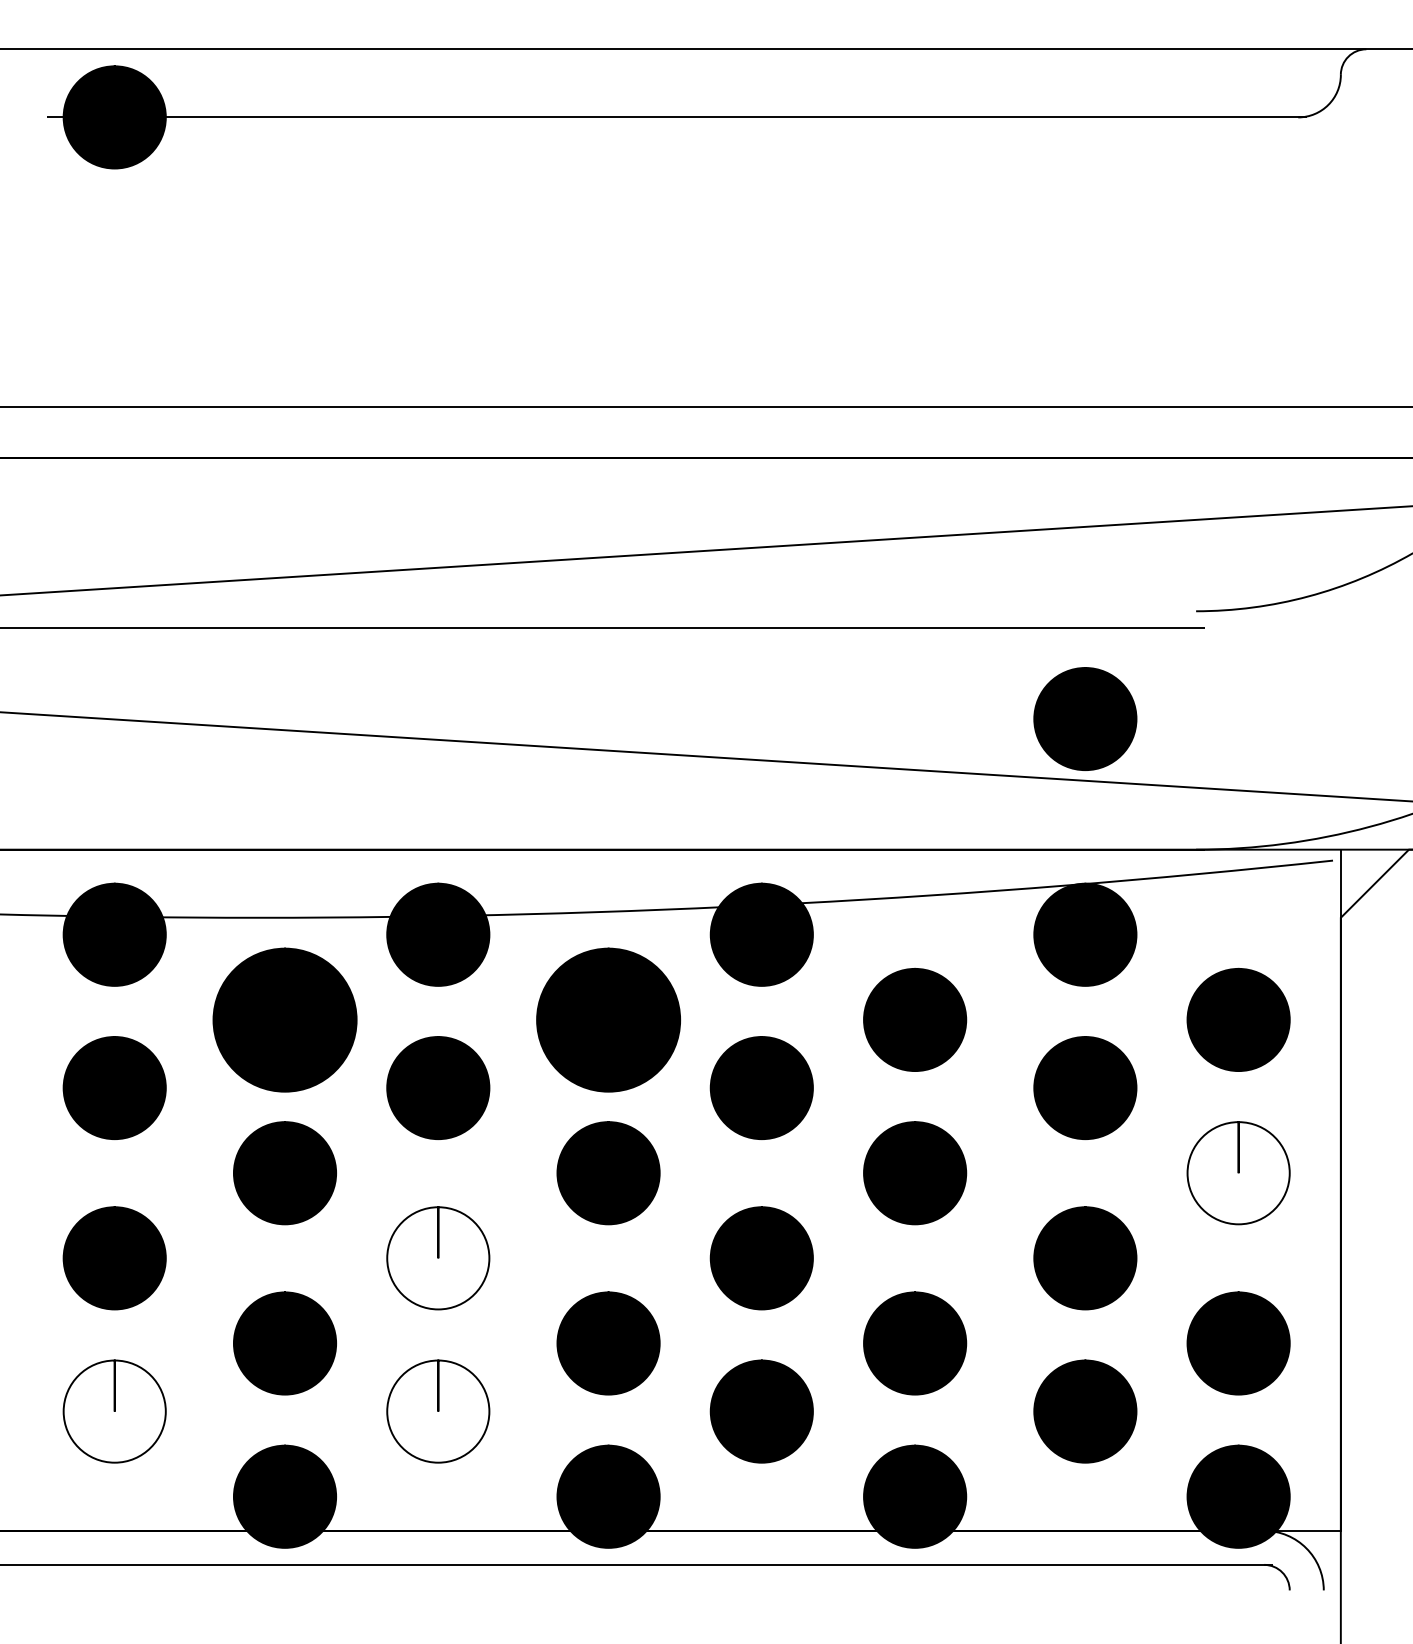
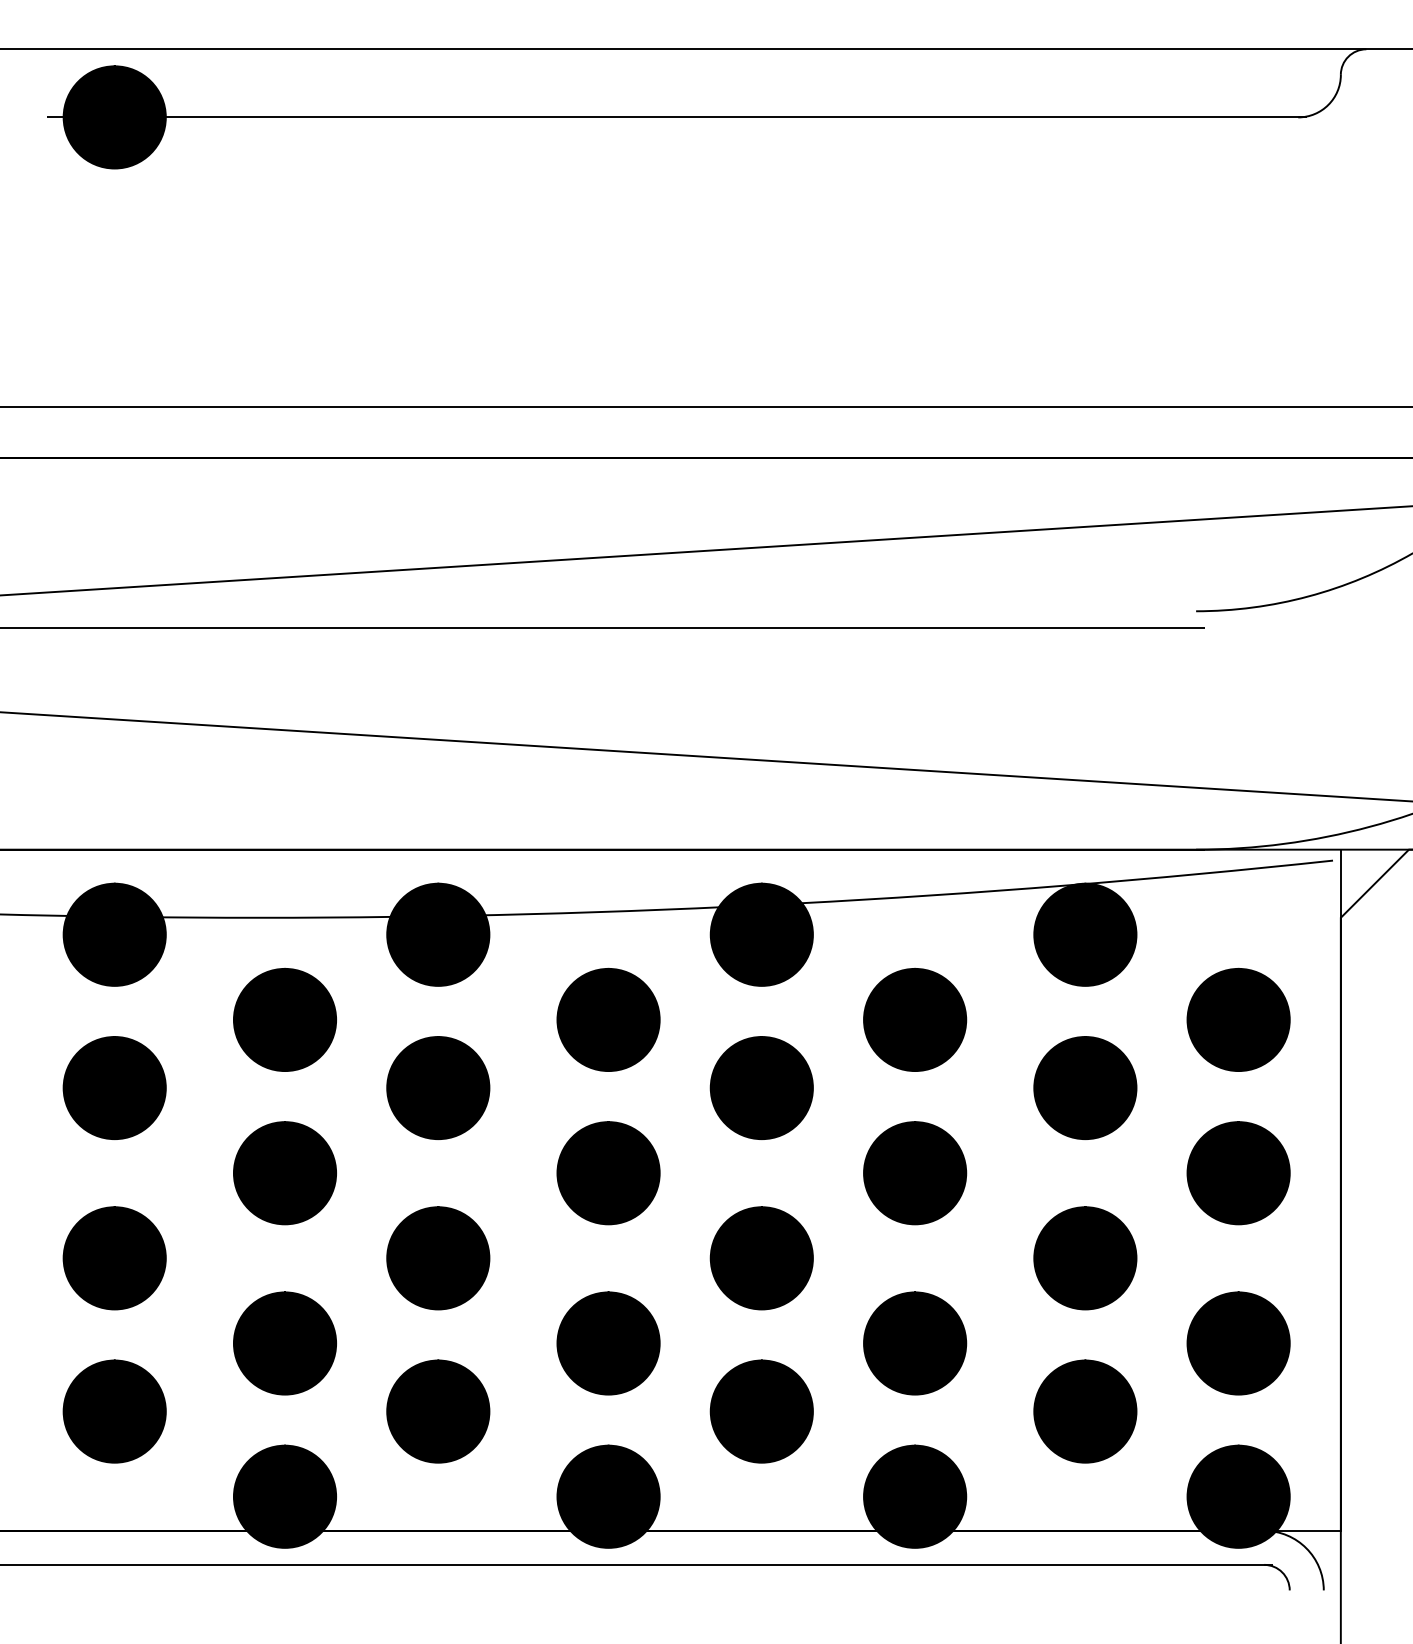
part at (1085, 718): present -> none
part at (284, 1019) size: 146x146 px -> 104x105 px
part at (608, 1019) size: 145x146 px -> 105x105 px
fill at (1238, 1173): none -> present
fill at (438, 1258): none -> present
fill at (114, 1411): none -> present
fill at (438, 1411): none -> present
